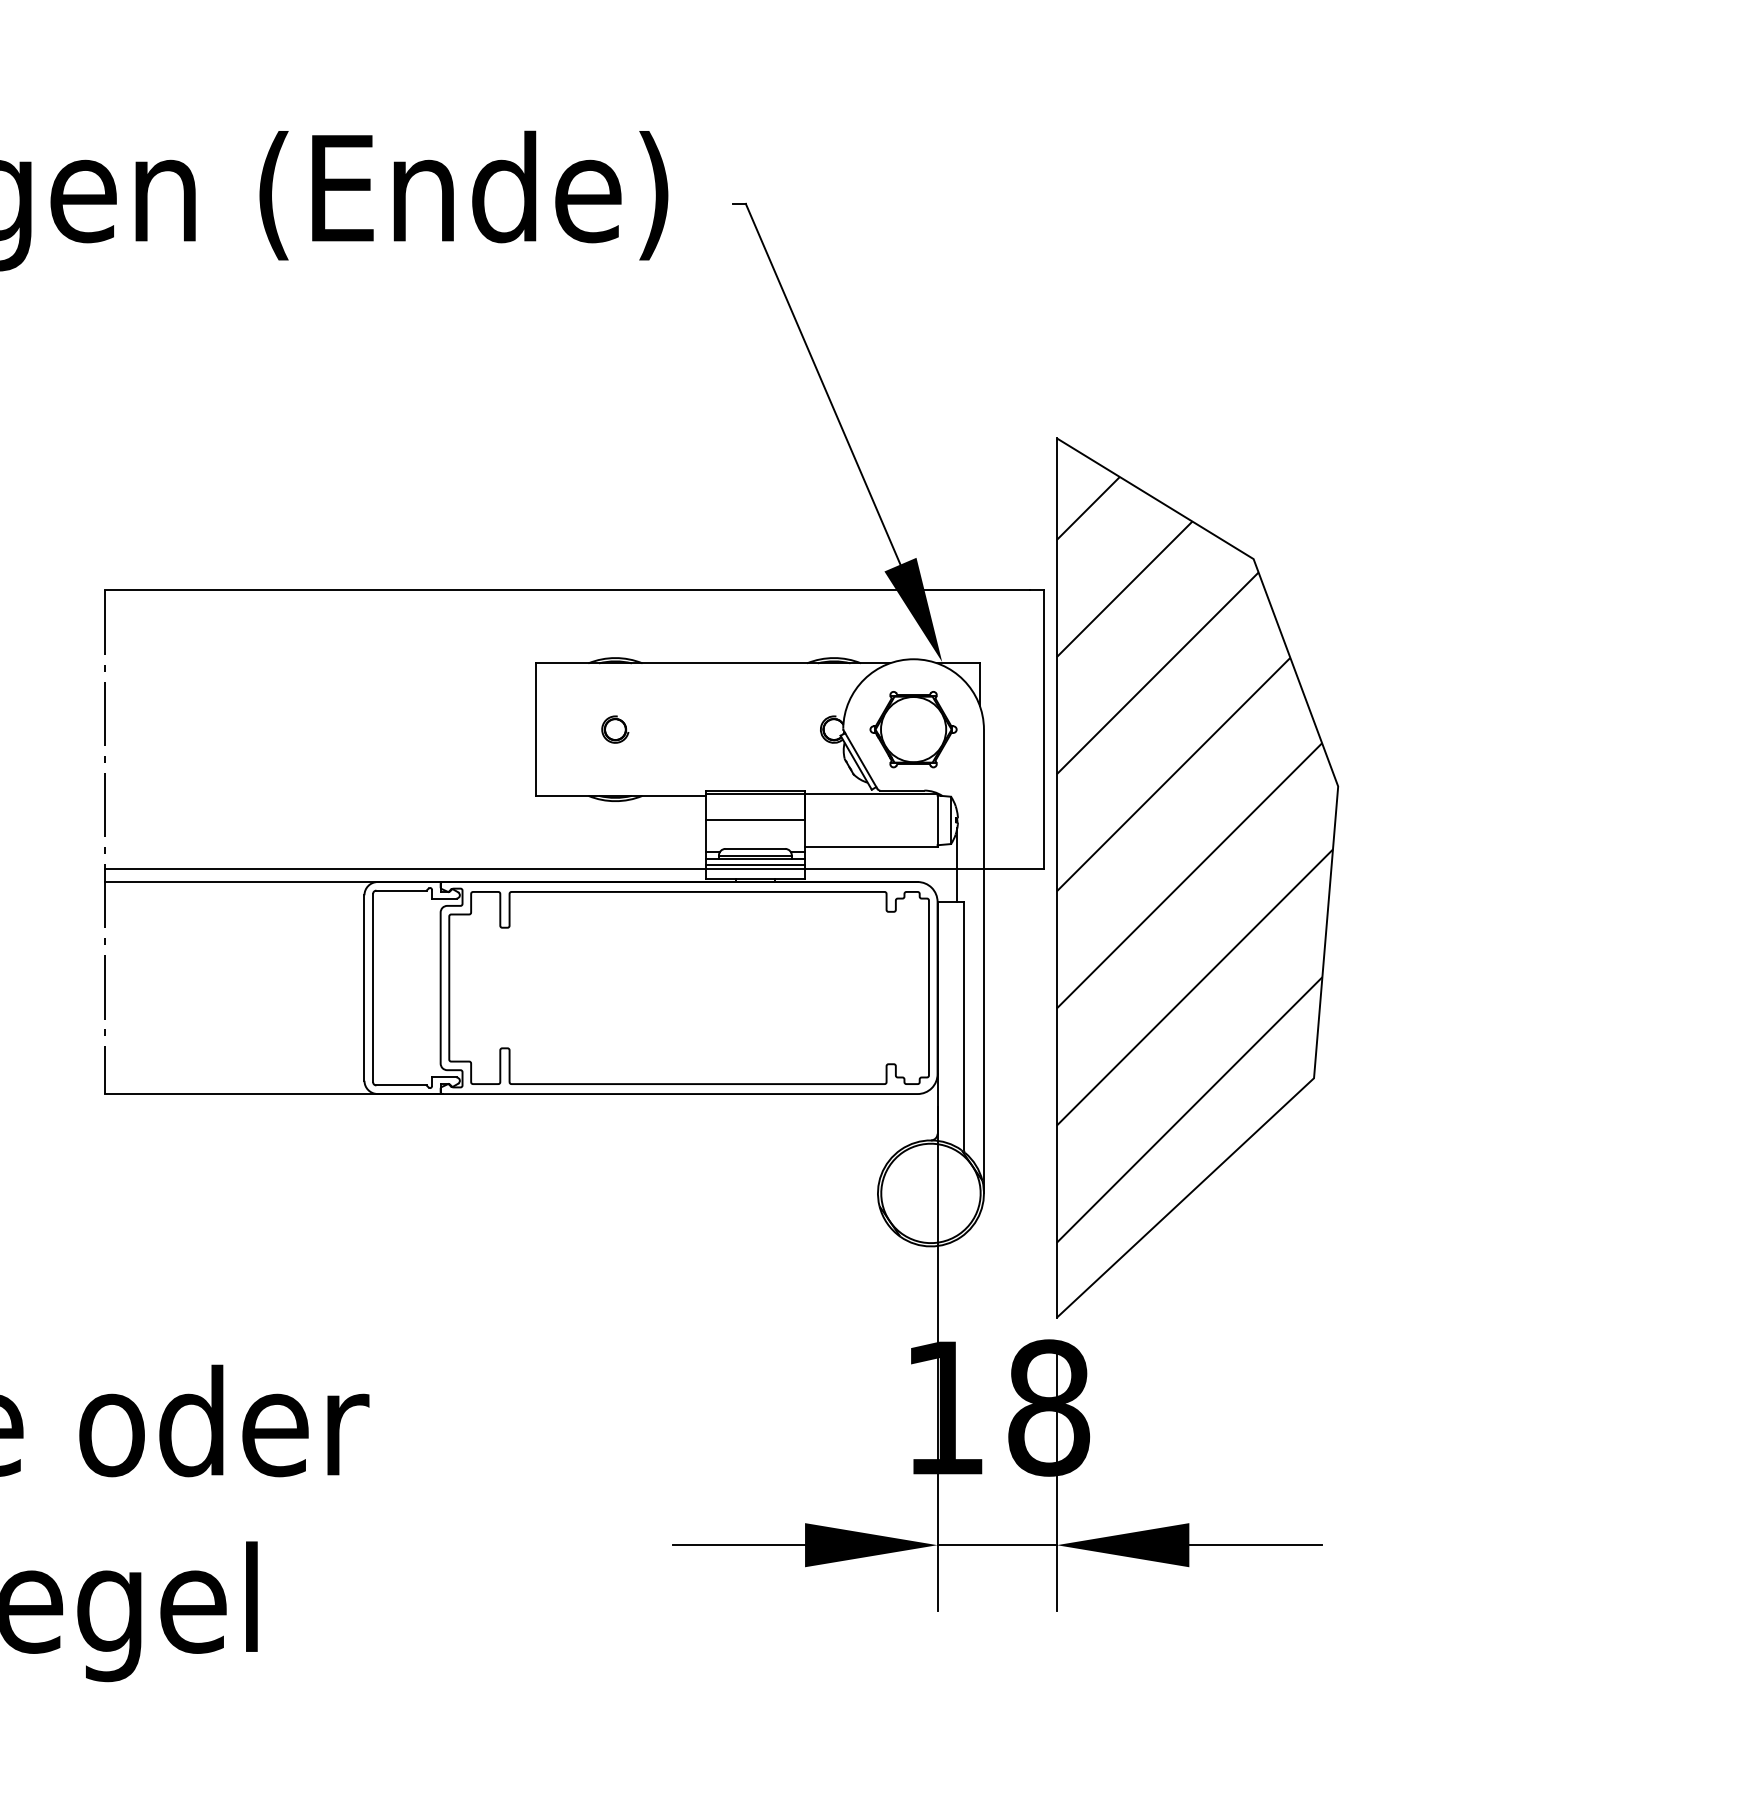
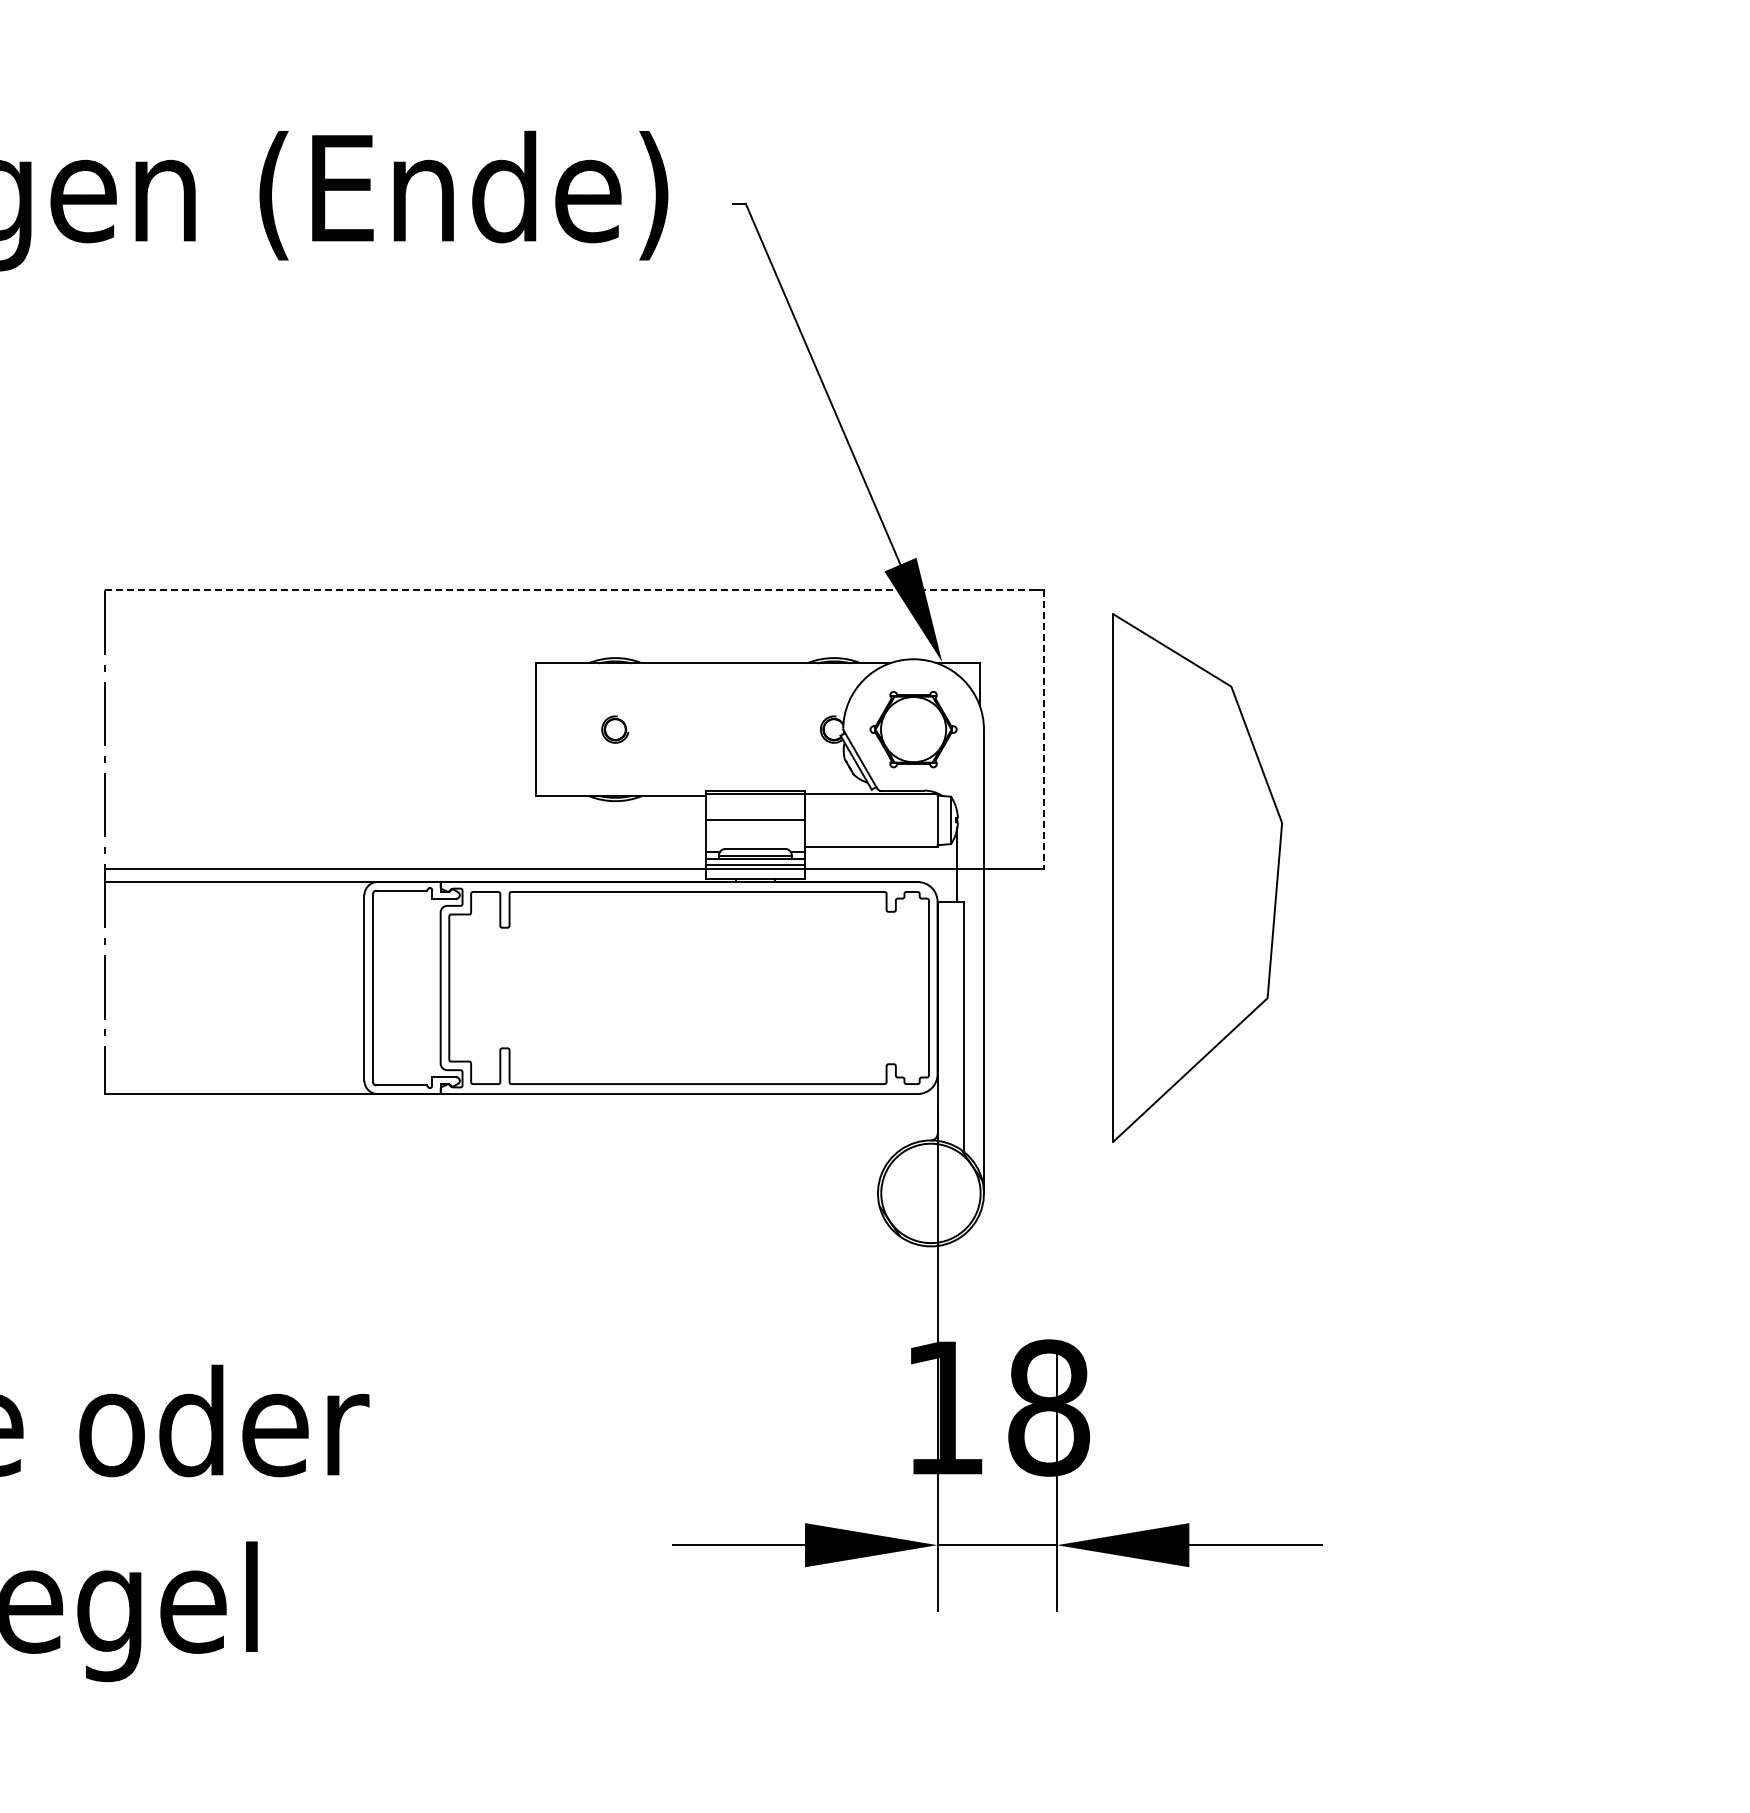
line at (567, 590): solid -> dashed
line at (1043, 730): solid -> dashed
part at (1197, 877) size: 284x882 px -> 171x530 px
